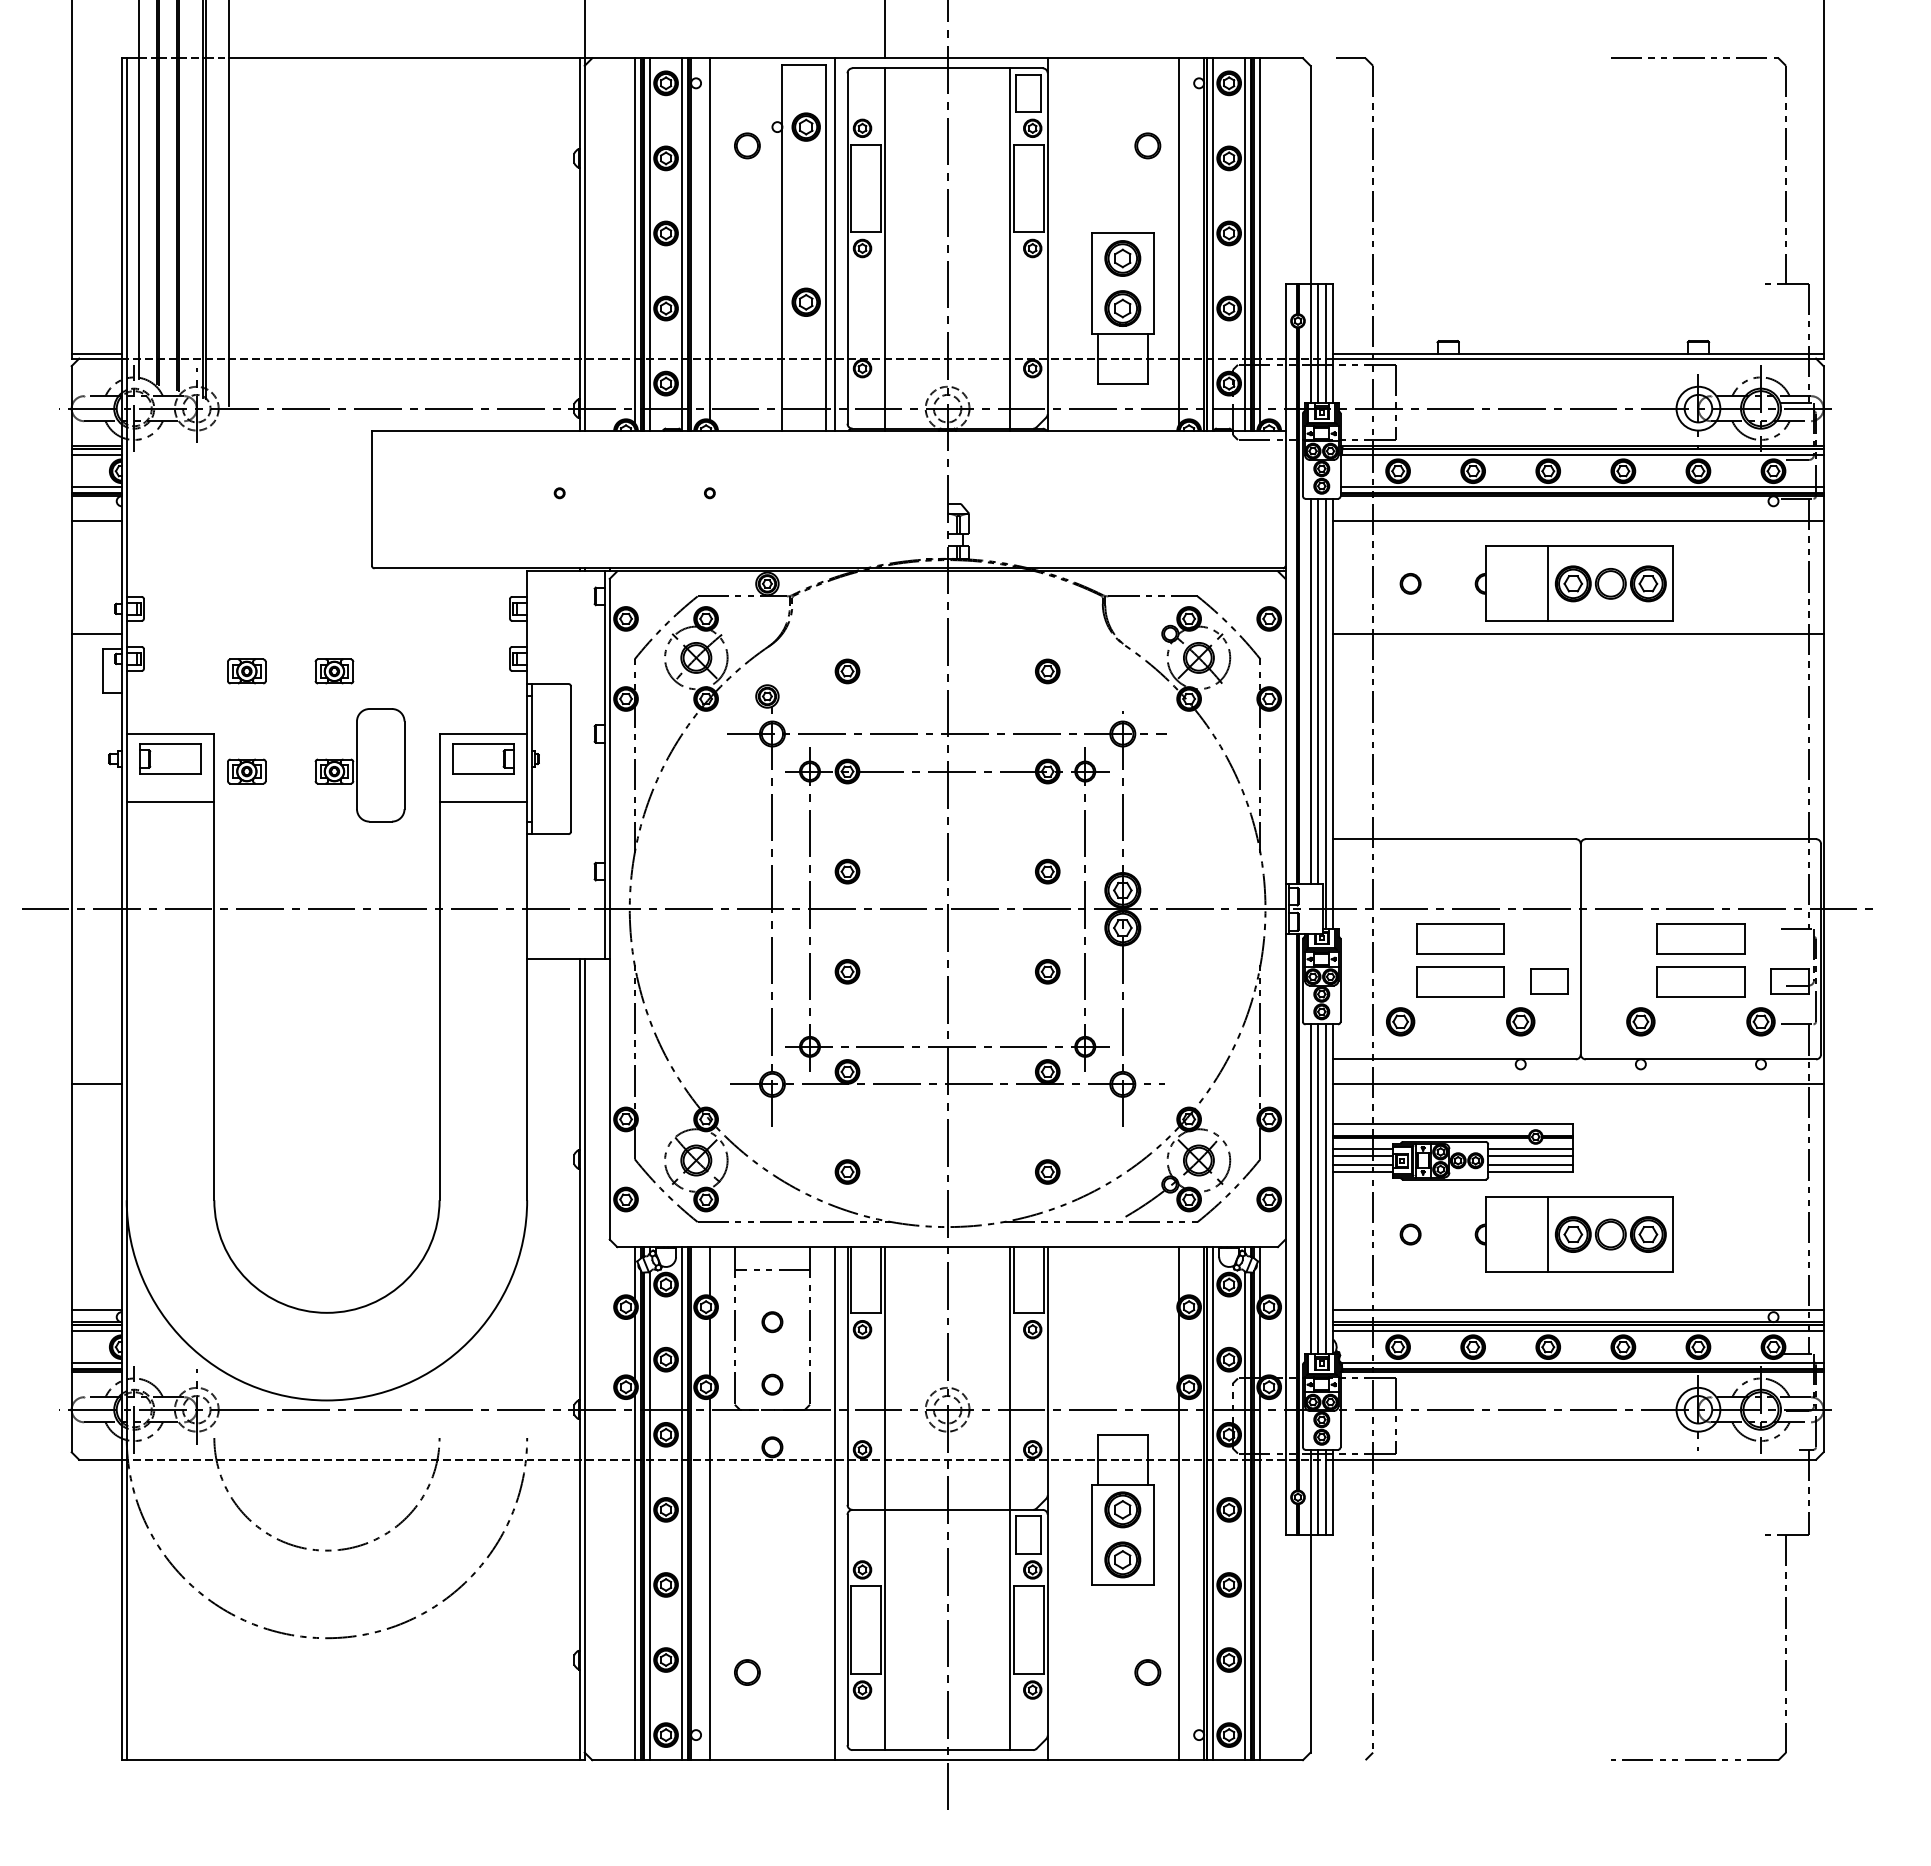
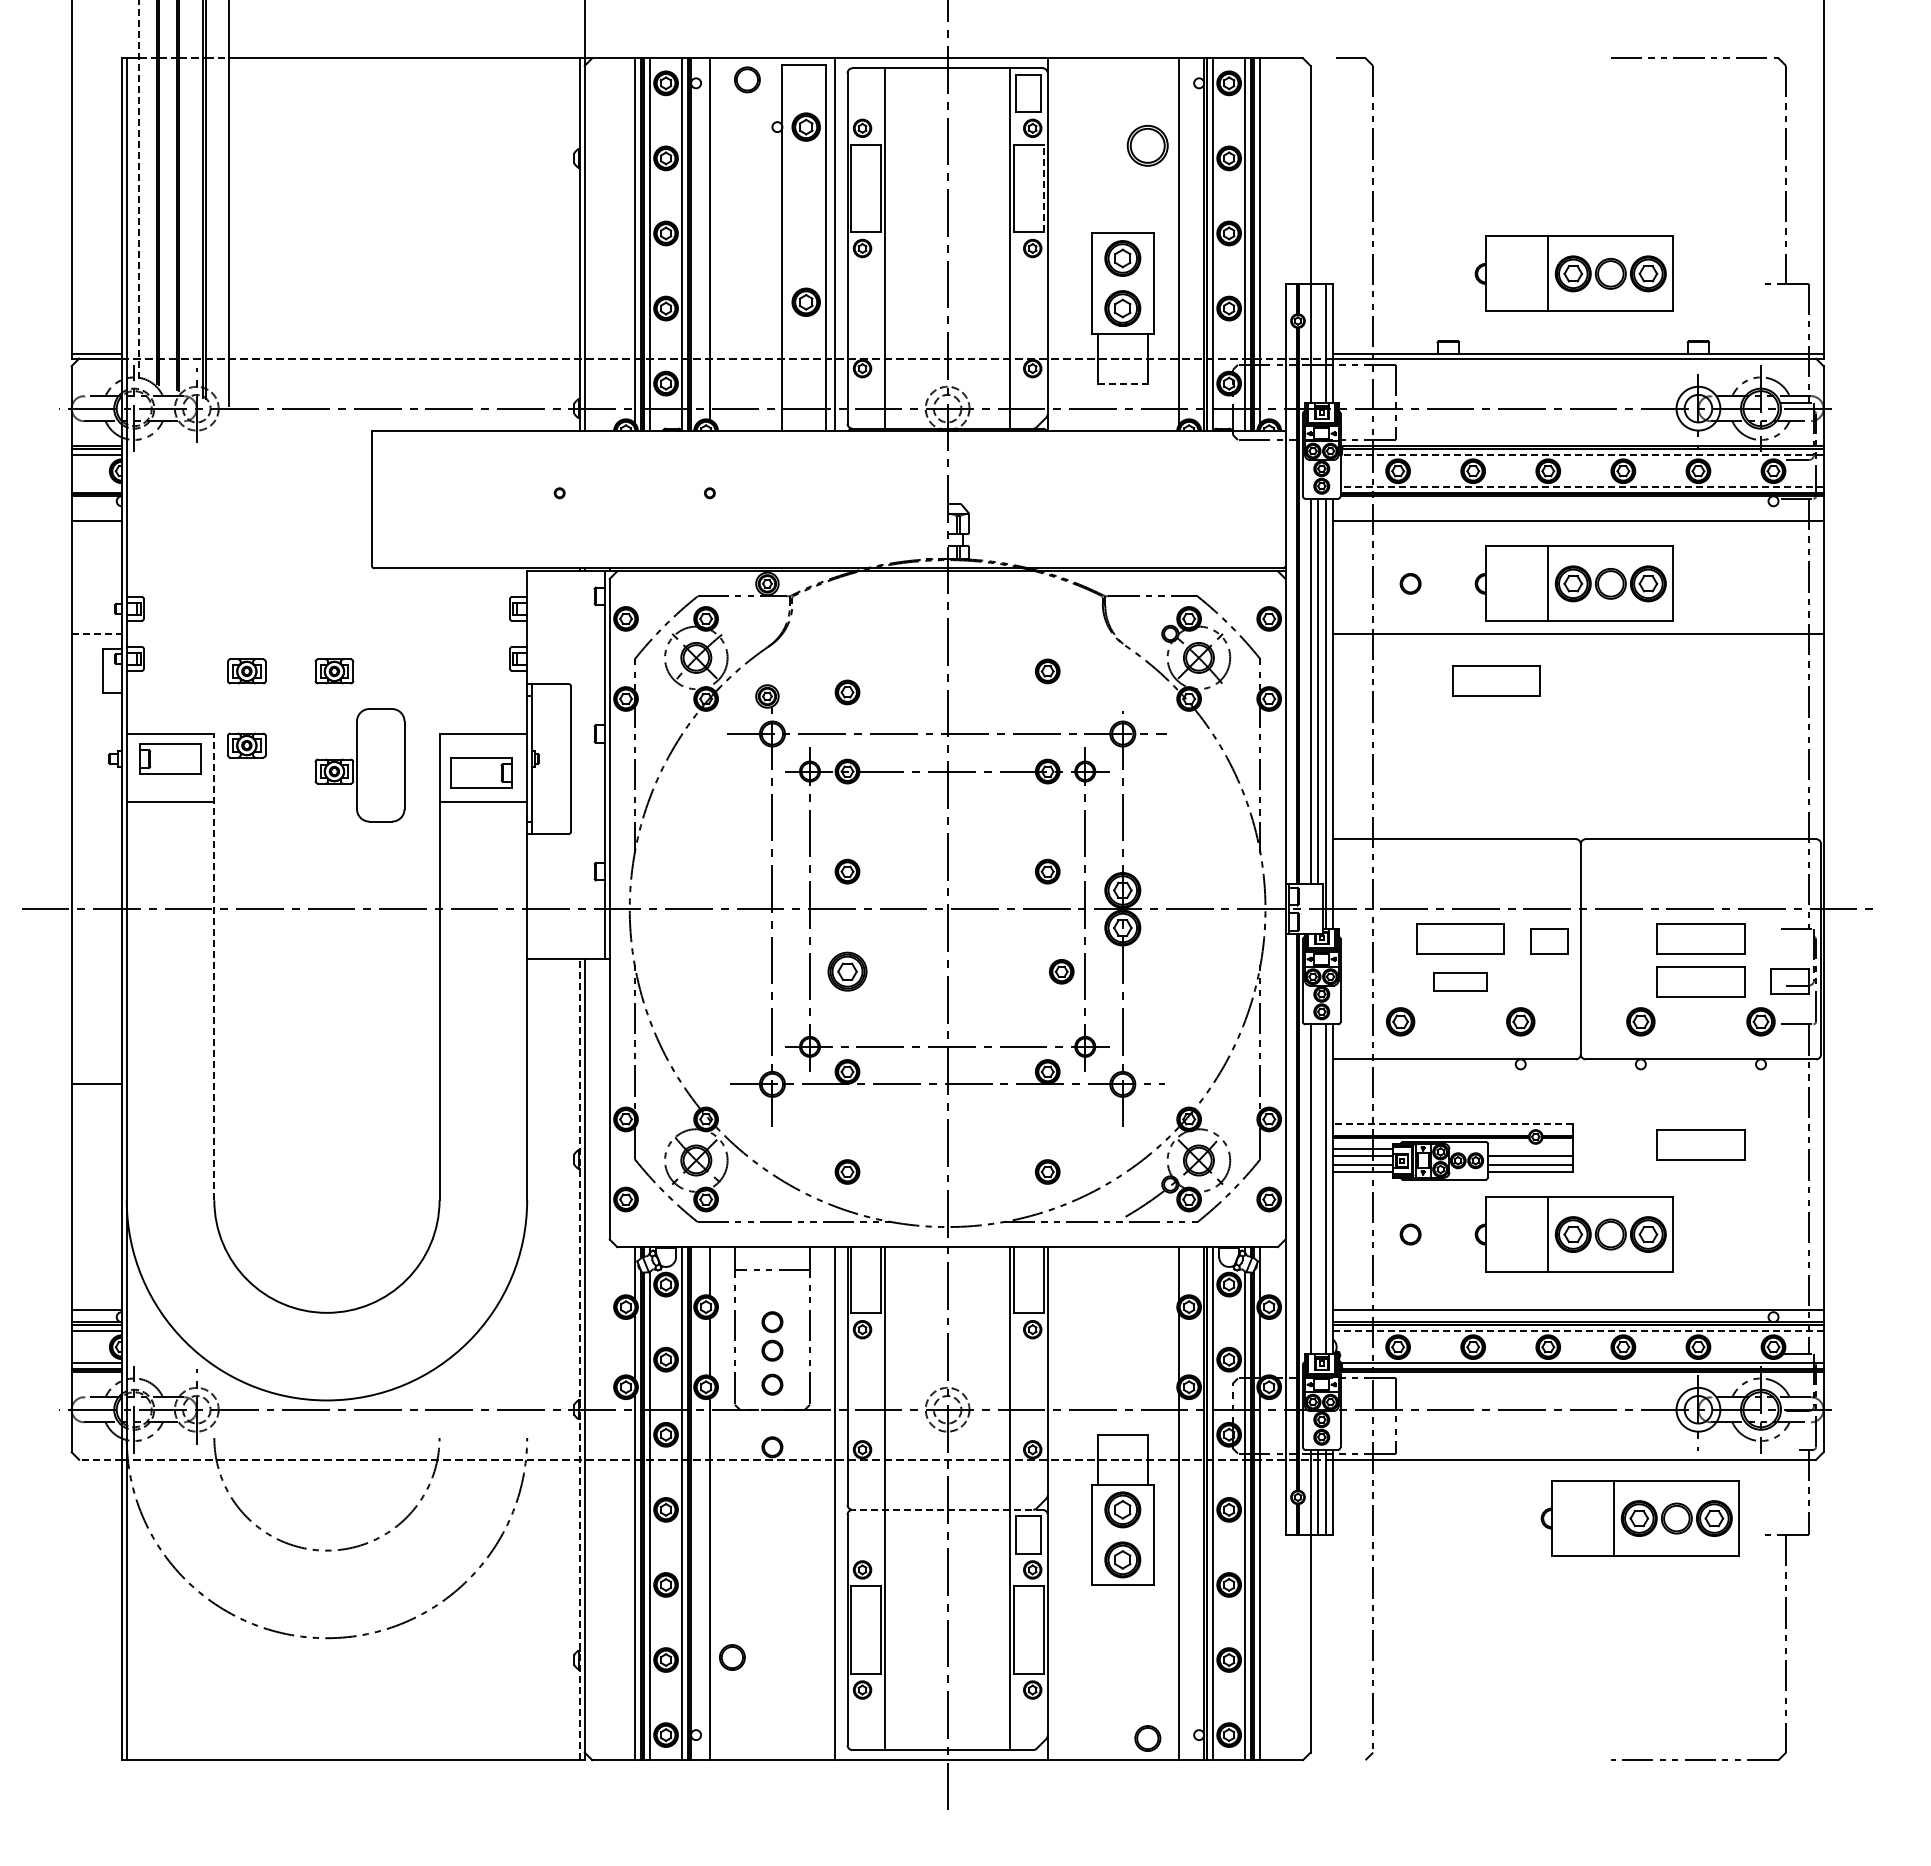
line at (885, 30): present -> none
part at (747, 145) position: (747, 145) -> (747, 79)
part at (1147, 145) size: 28x28 px -> 43x43 px
line at (1043, 188): solid -> dashed
line at (139, 189): solid -> dashed
part at (1573, 273): none -> present
line at (1317, 343): present -> none
line at (1123, 383): solid -> dashed
line at (1582, 454): solid -> dashed
line at (96, 487): present -> none
line at (1582, 487): solid -> dashed
line at (97, 633): solid -> dashed
part at (847, 671) position: (847, 671) -> (847, 692)
part at (1496, 680): none -> present
part at (483, 758) position: (483, 758) -> (481, 772)
part at (246, 771) position: (246, 771) -> (246, 745)
line at (214, 966): solid -> dashed
part at (847, 971) size: 27x26 px -> 41x41 px
part at (1047, 971) position: (1047, 971) -> (1061, 971)
part at (1460, 981) size: 89x32 px -> 55x20 px
part at (1549, 981) position: (1549, 981) -> (1549, 941)
line at (1578, 1084): present -> none
line at (1452, 1124): solid -> dashed
part at (1700, 1144): none -> present
line at (1530, 1149): present -> none
line at (1317, 1189): present -> none
line at (1577, 1330): solid -> dashed
circle at (772, 1350): none -> present
line at (579, 1359): solid -> dashed
line at (99, 1459): solid -> dashed
line at (947, 1509): solid -> dashed
part at (1639, 1518): none -> present
part at (747, 1672) position: (747, 1672) -> (732, 1657)
part at (1147, 1672) position: (1147, 1672) -> (1147, 1738)
